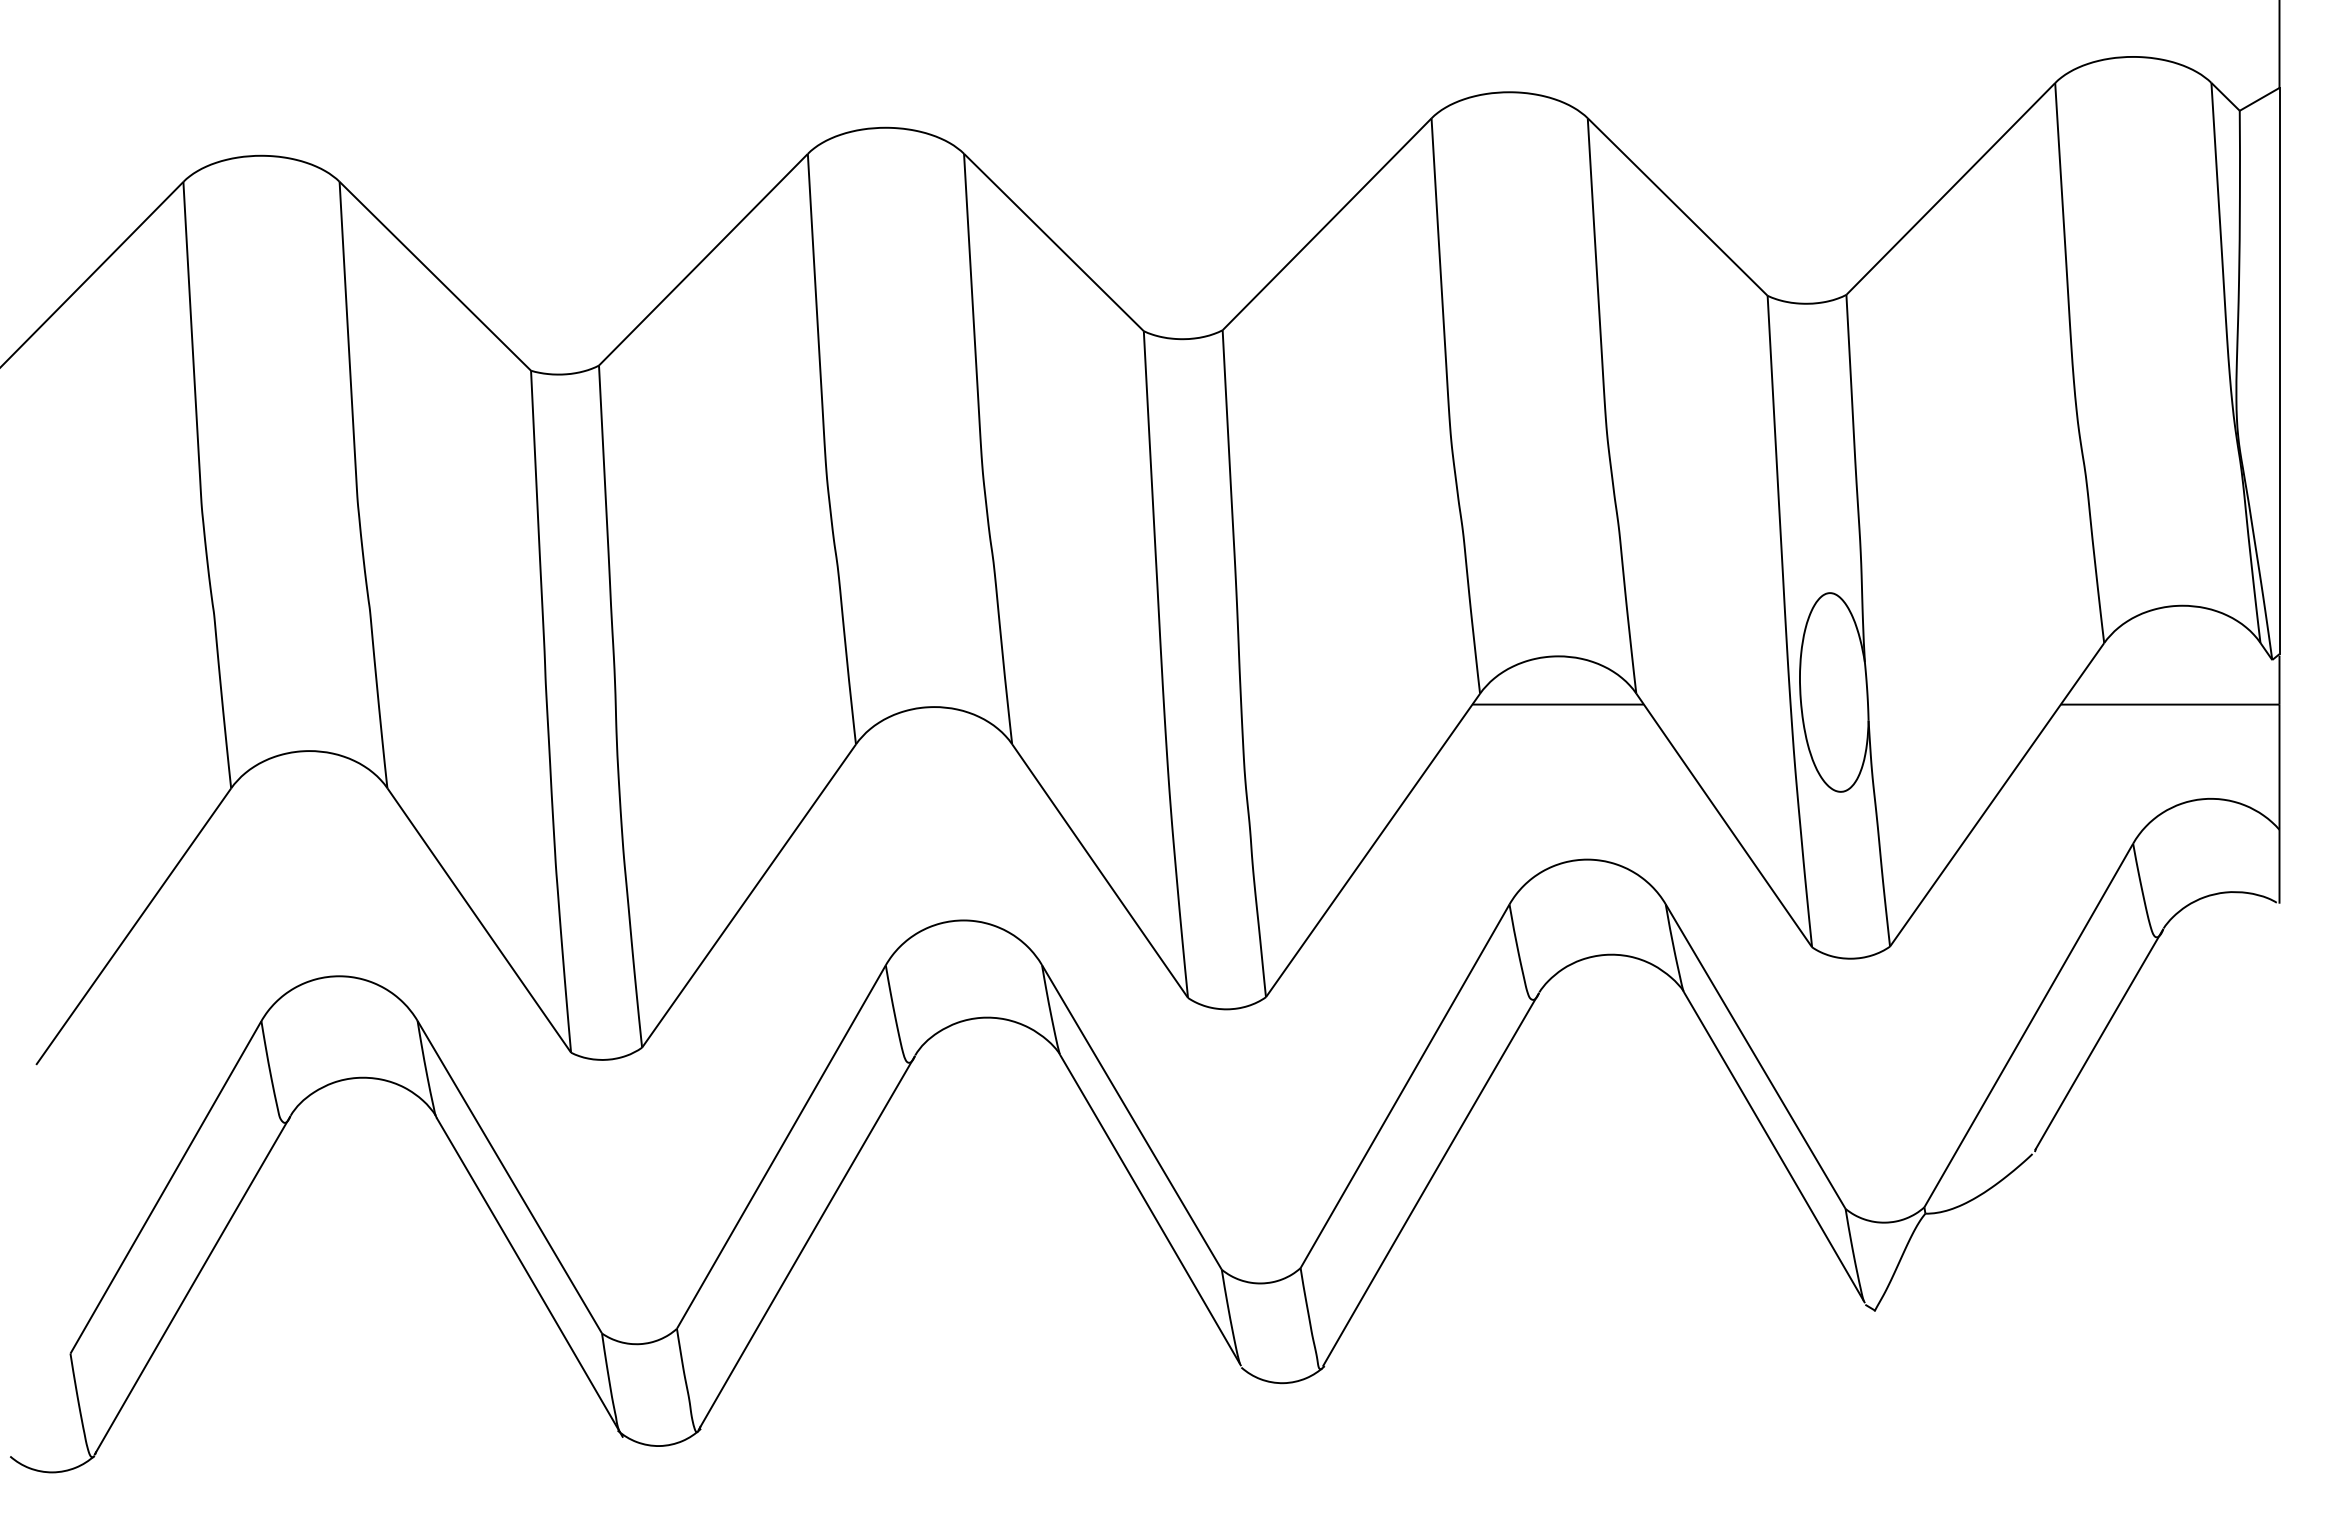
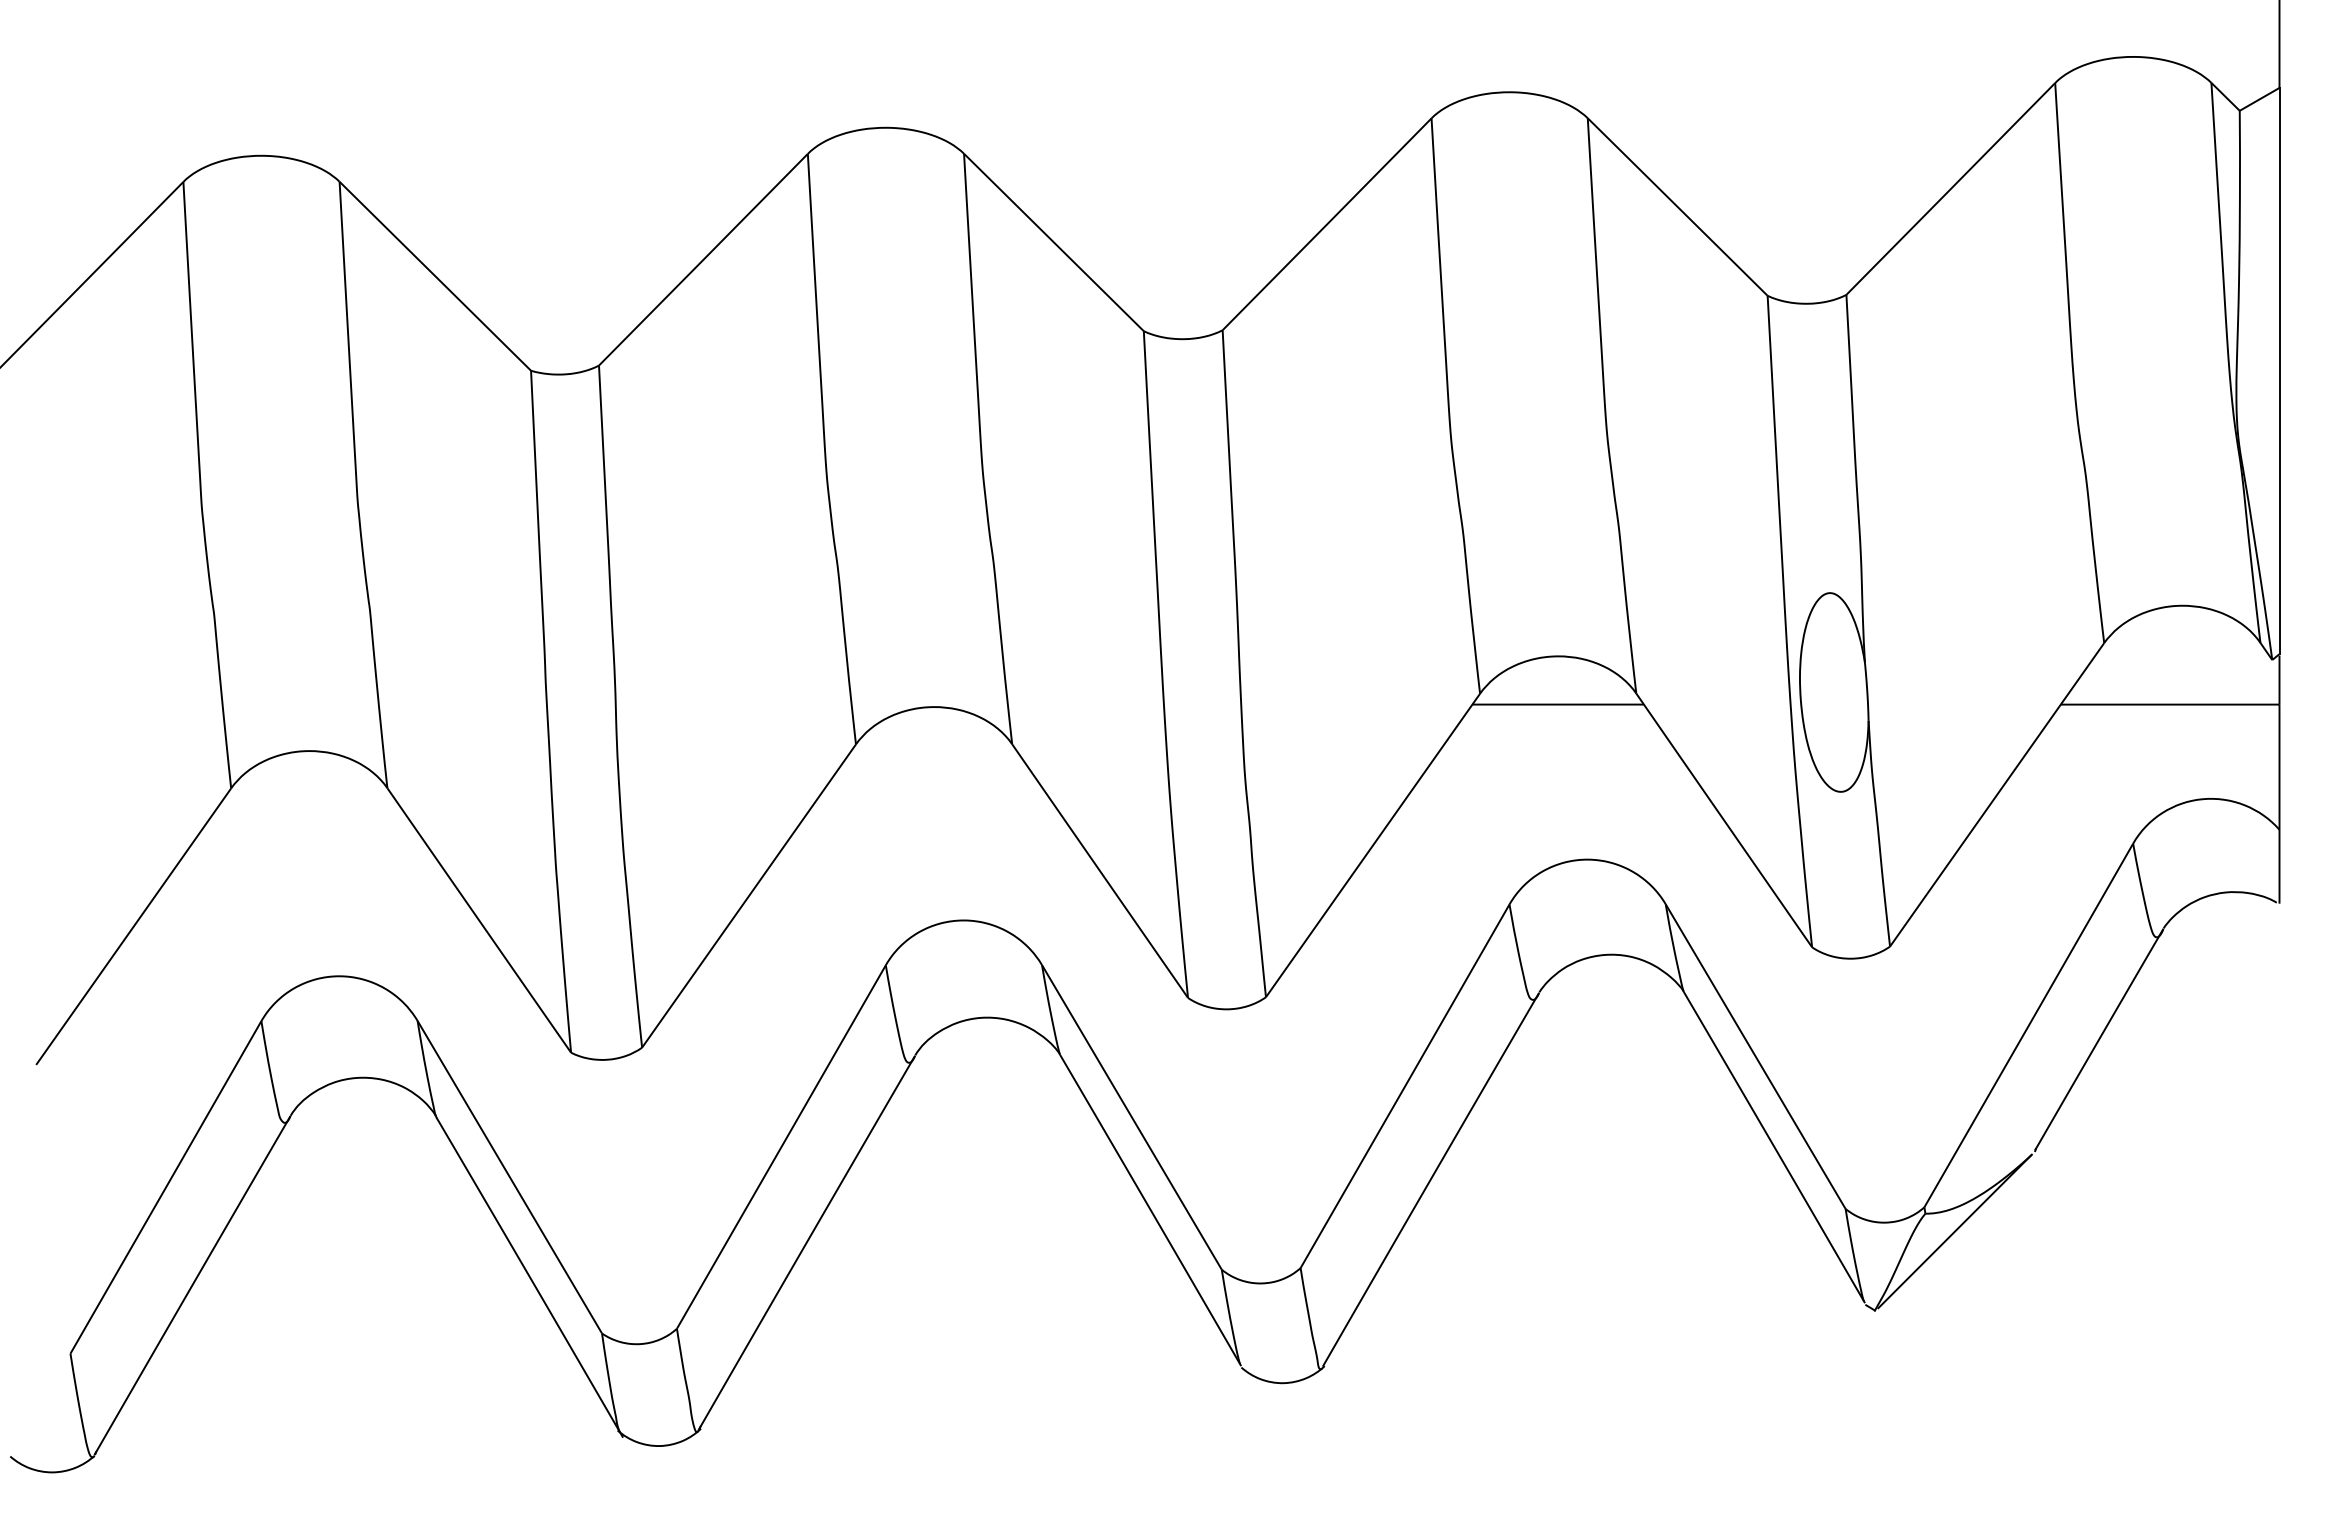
line at (1954, 1231): none -> present
